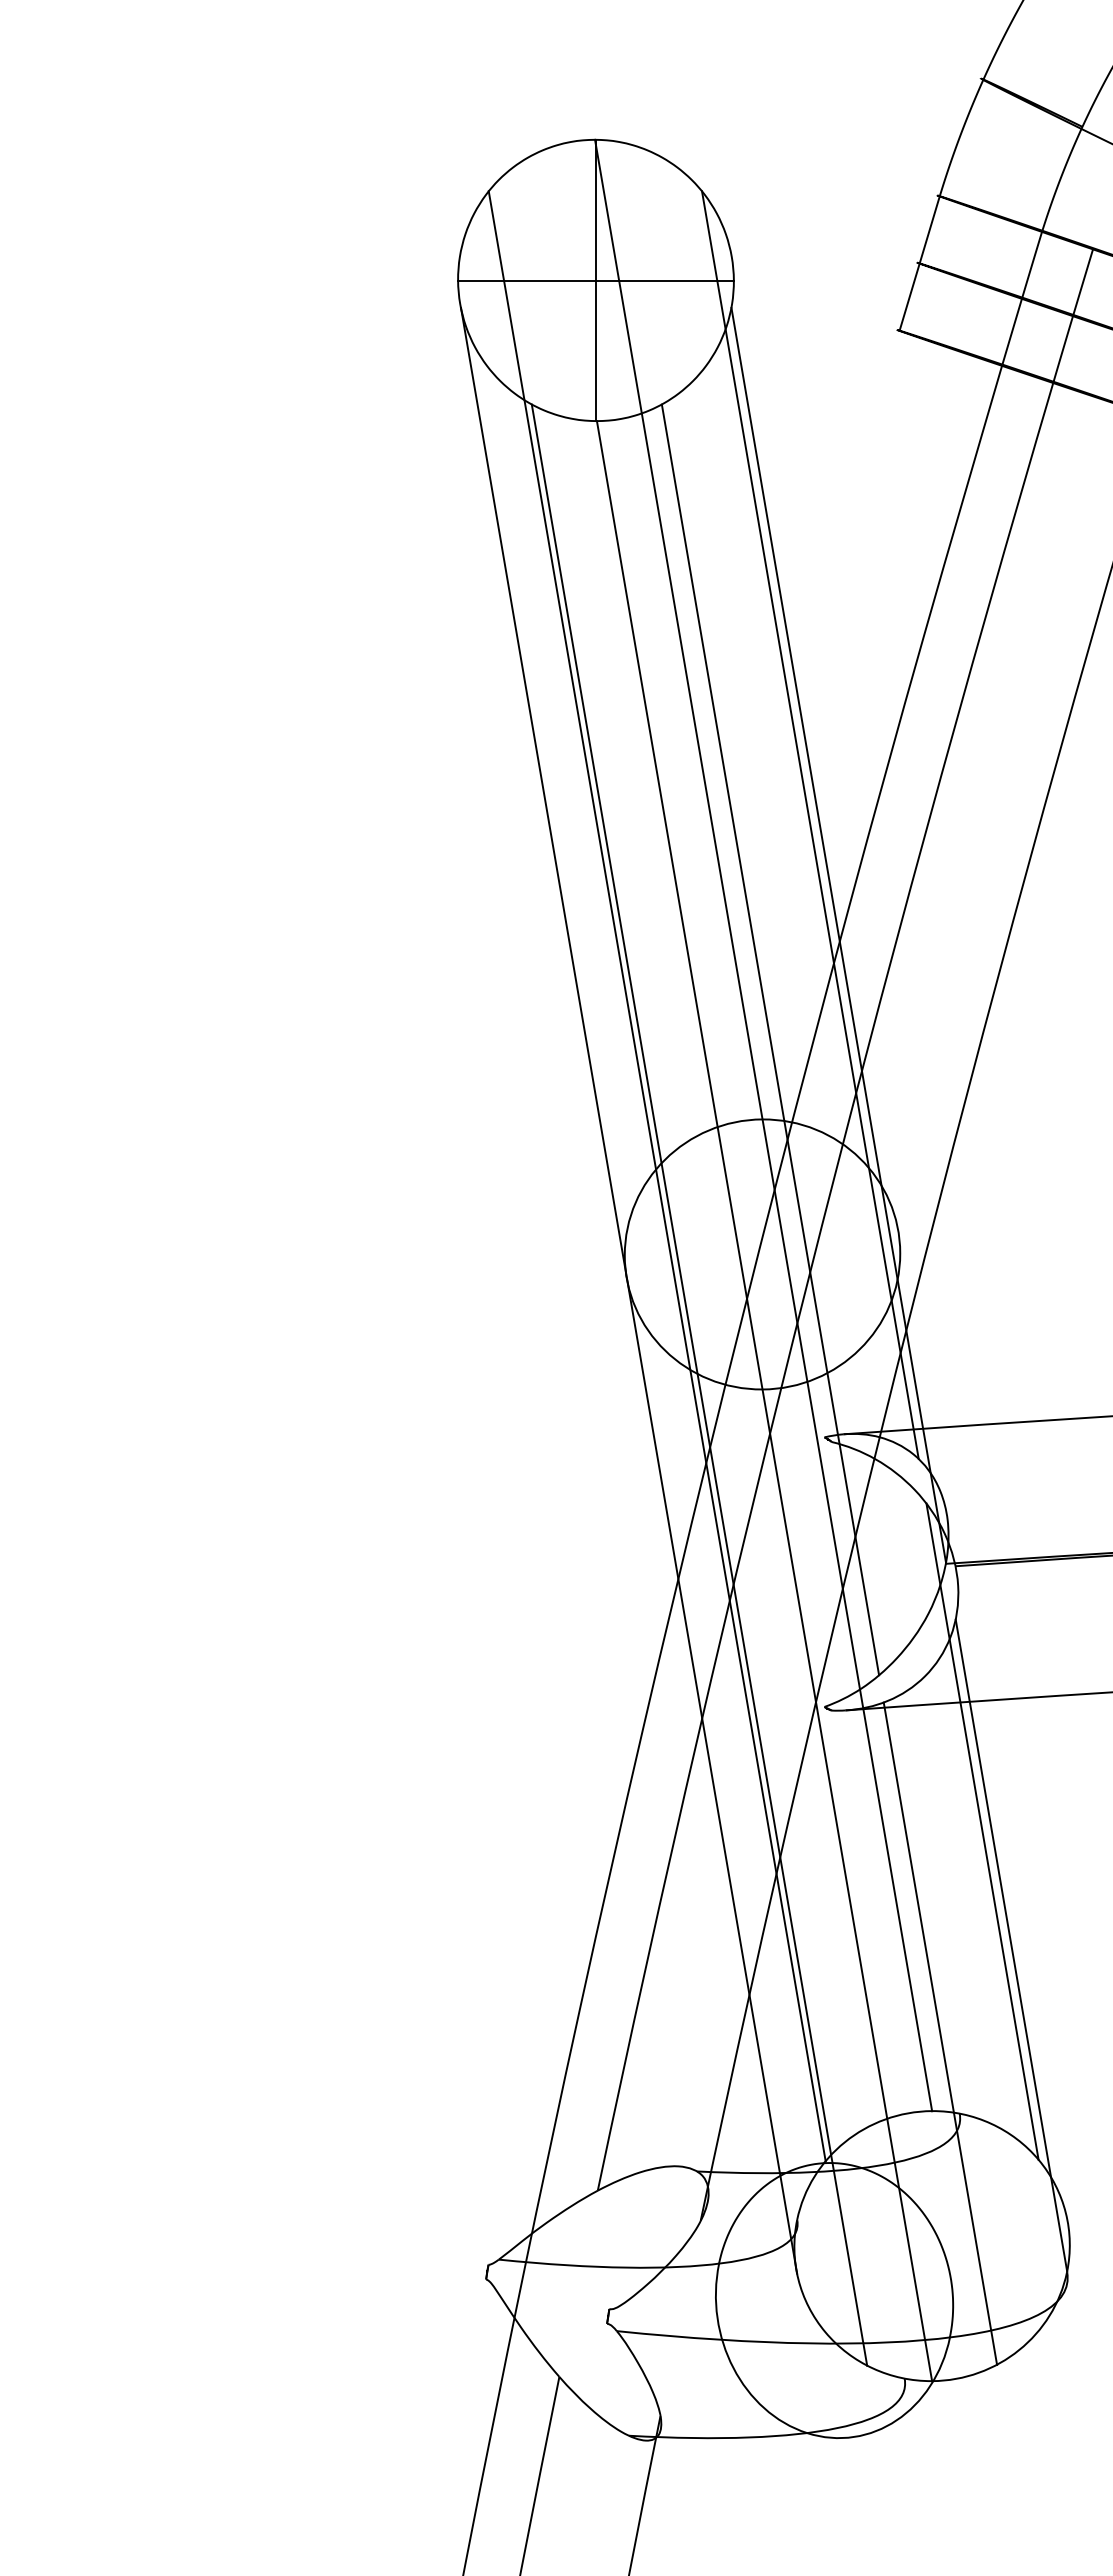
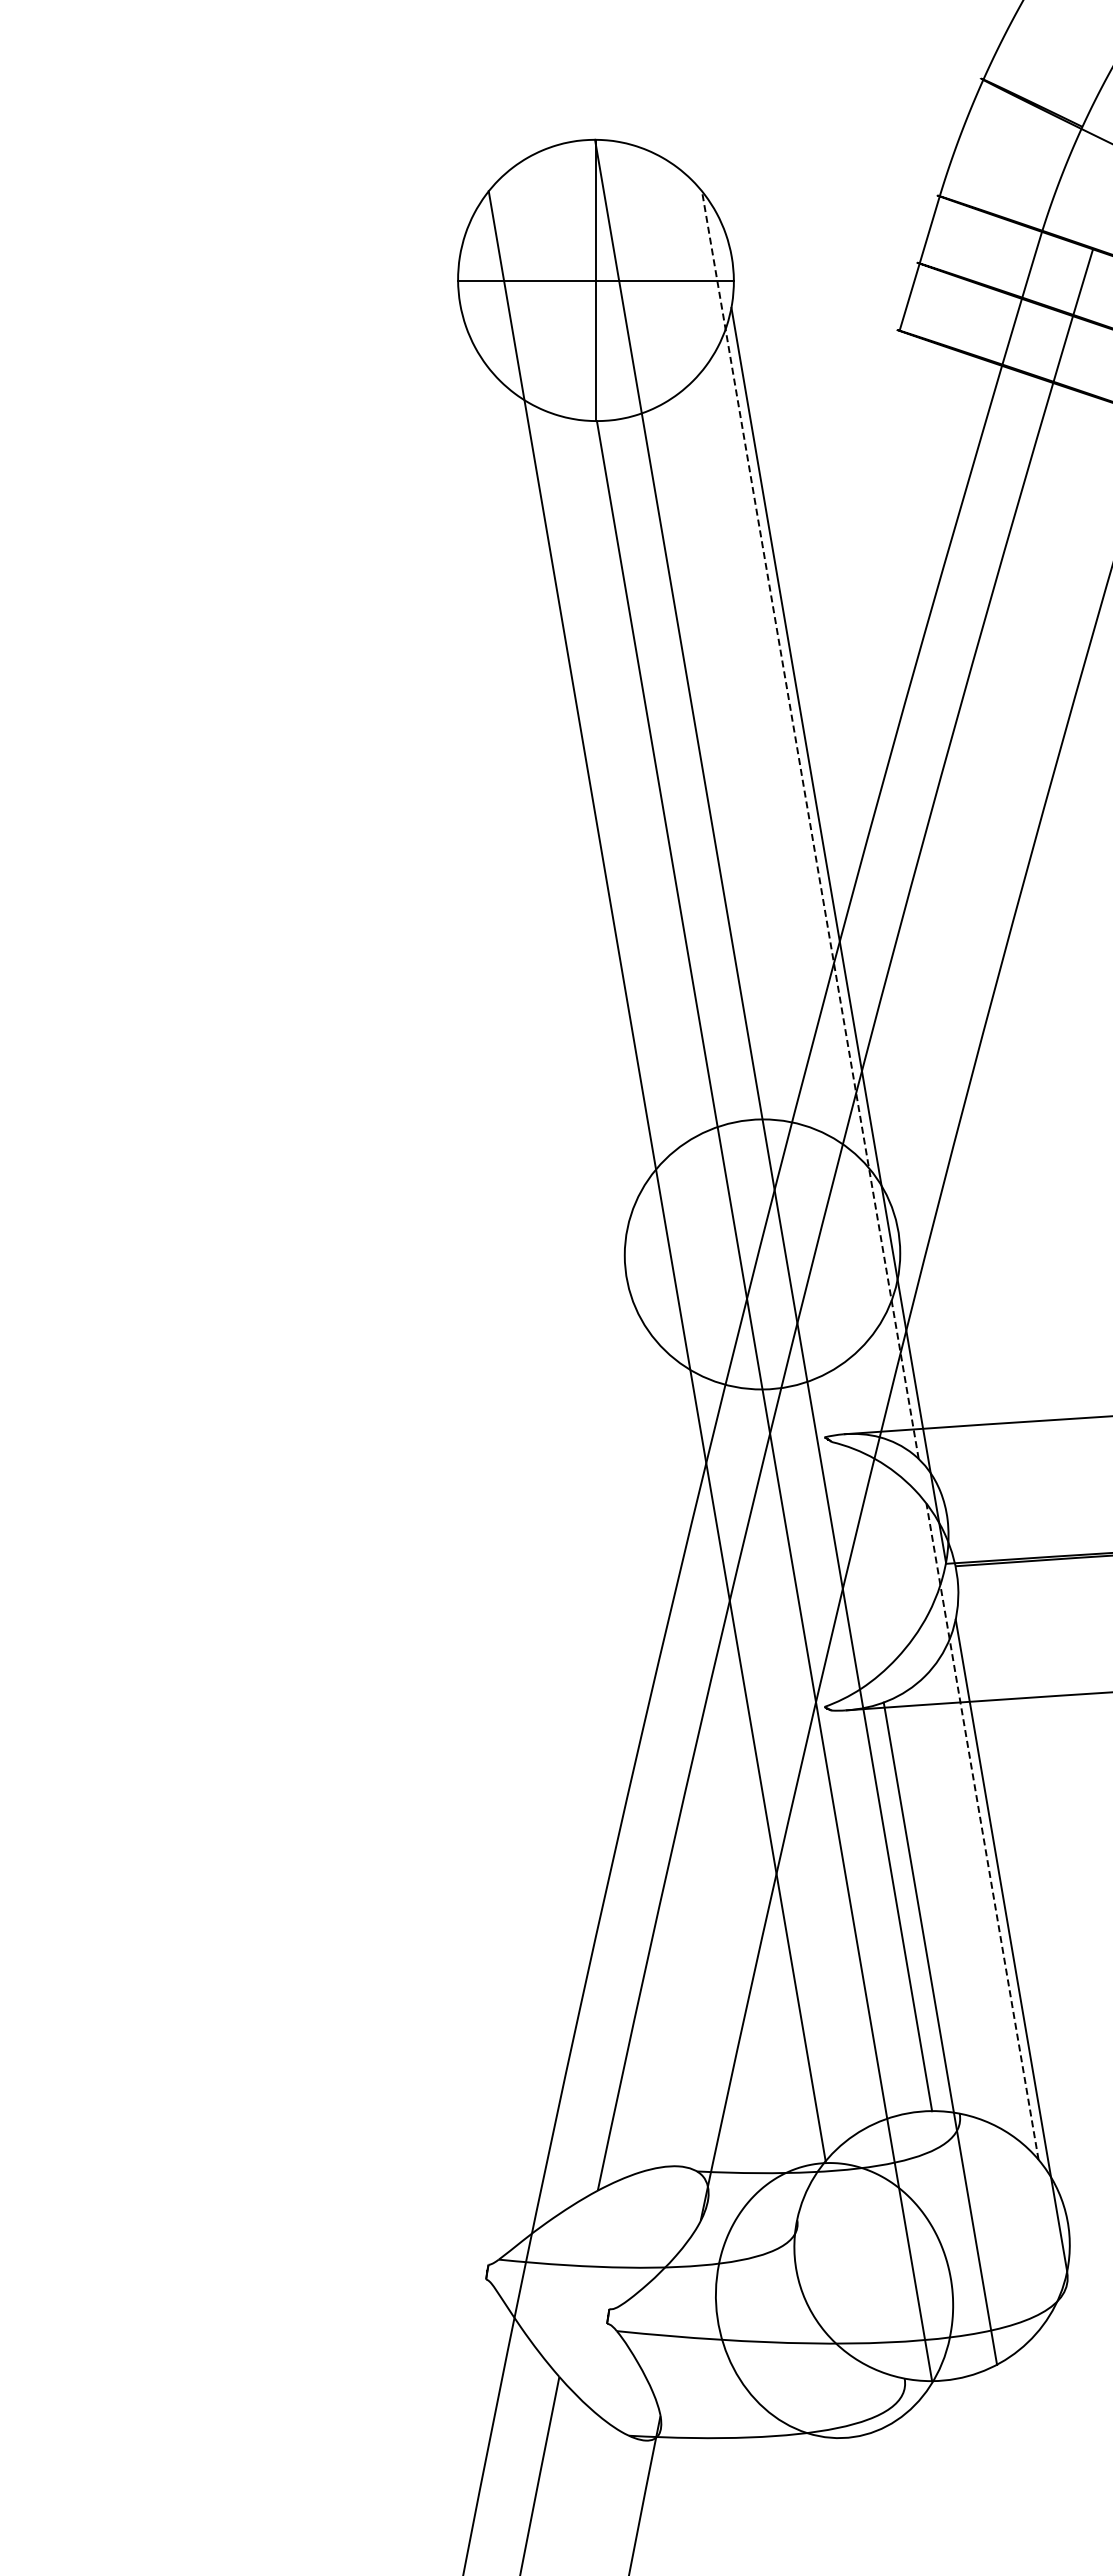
line at (810, 824): solid -> dashed
line at (770, 1039): present -> none
line at (629, 1290): present -> none
line at (699, 1384): present -> none
line at (982, 1831): solid -> dashed
